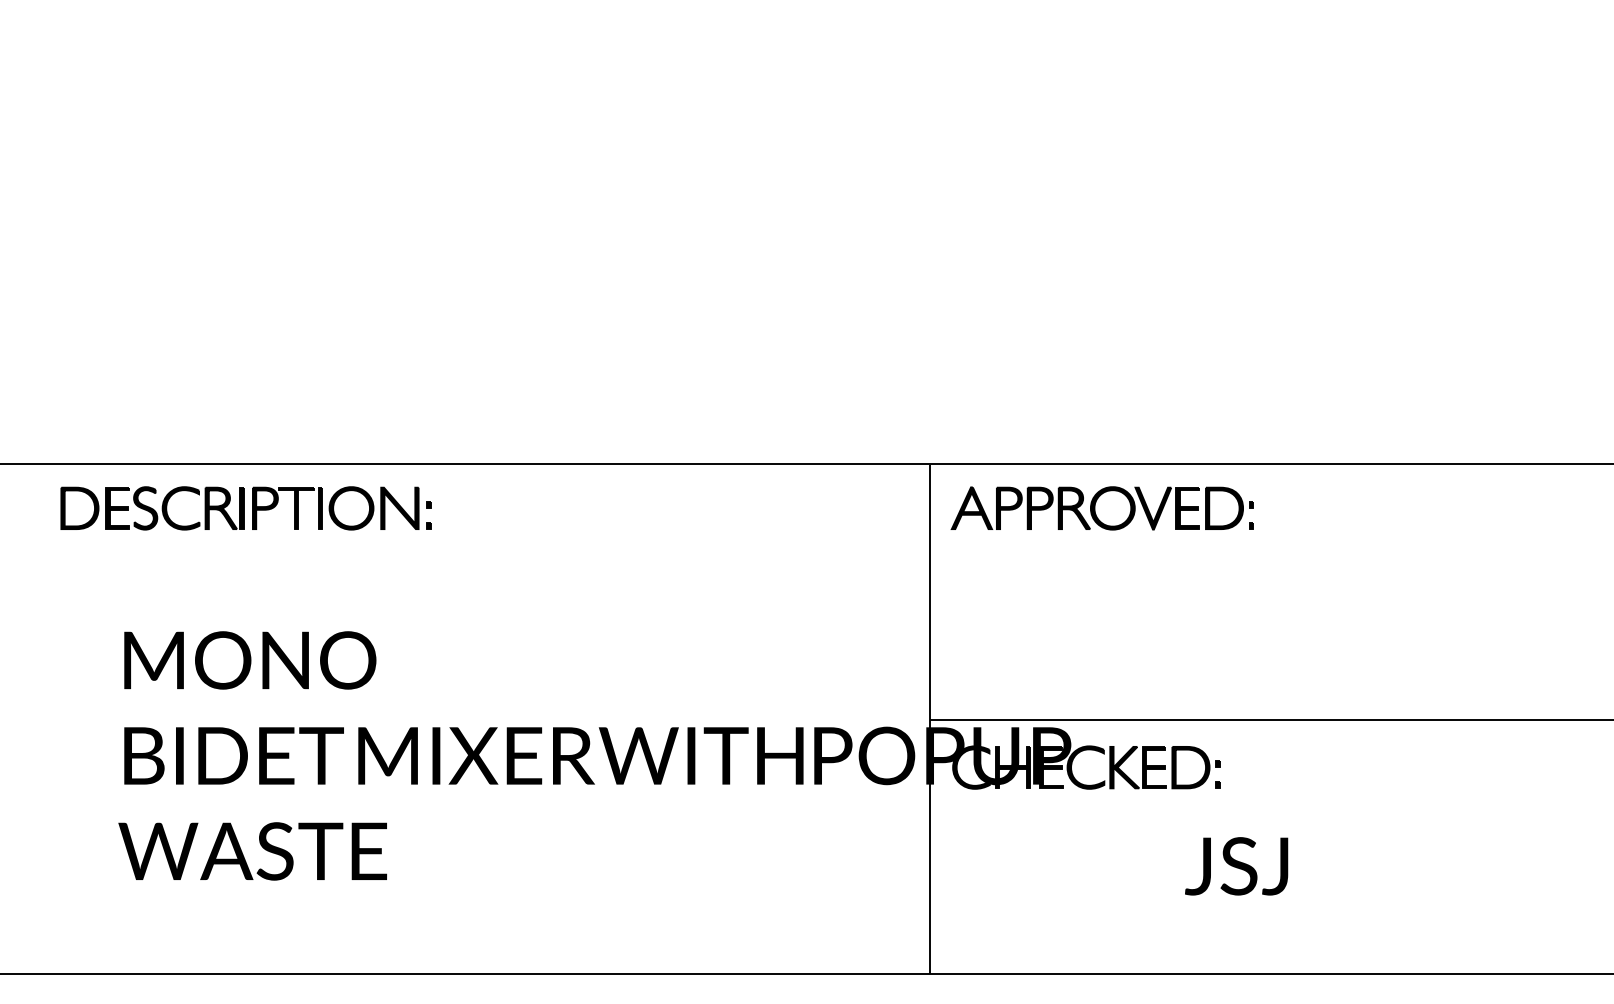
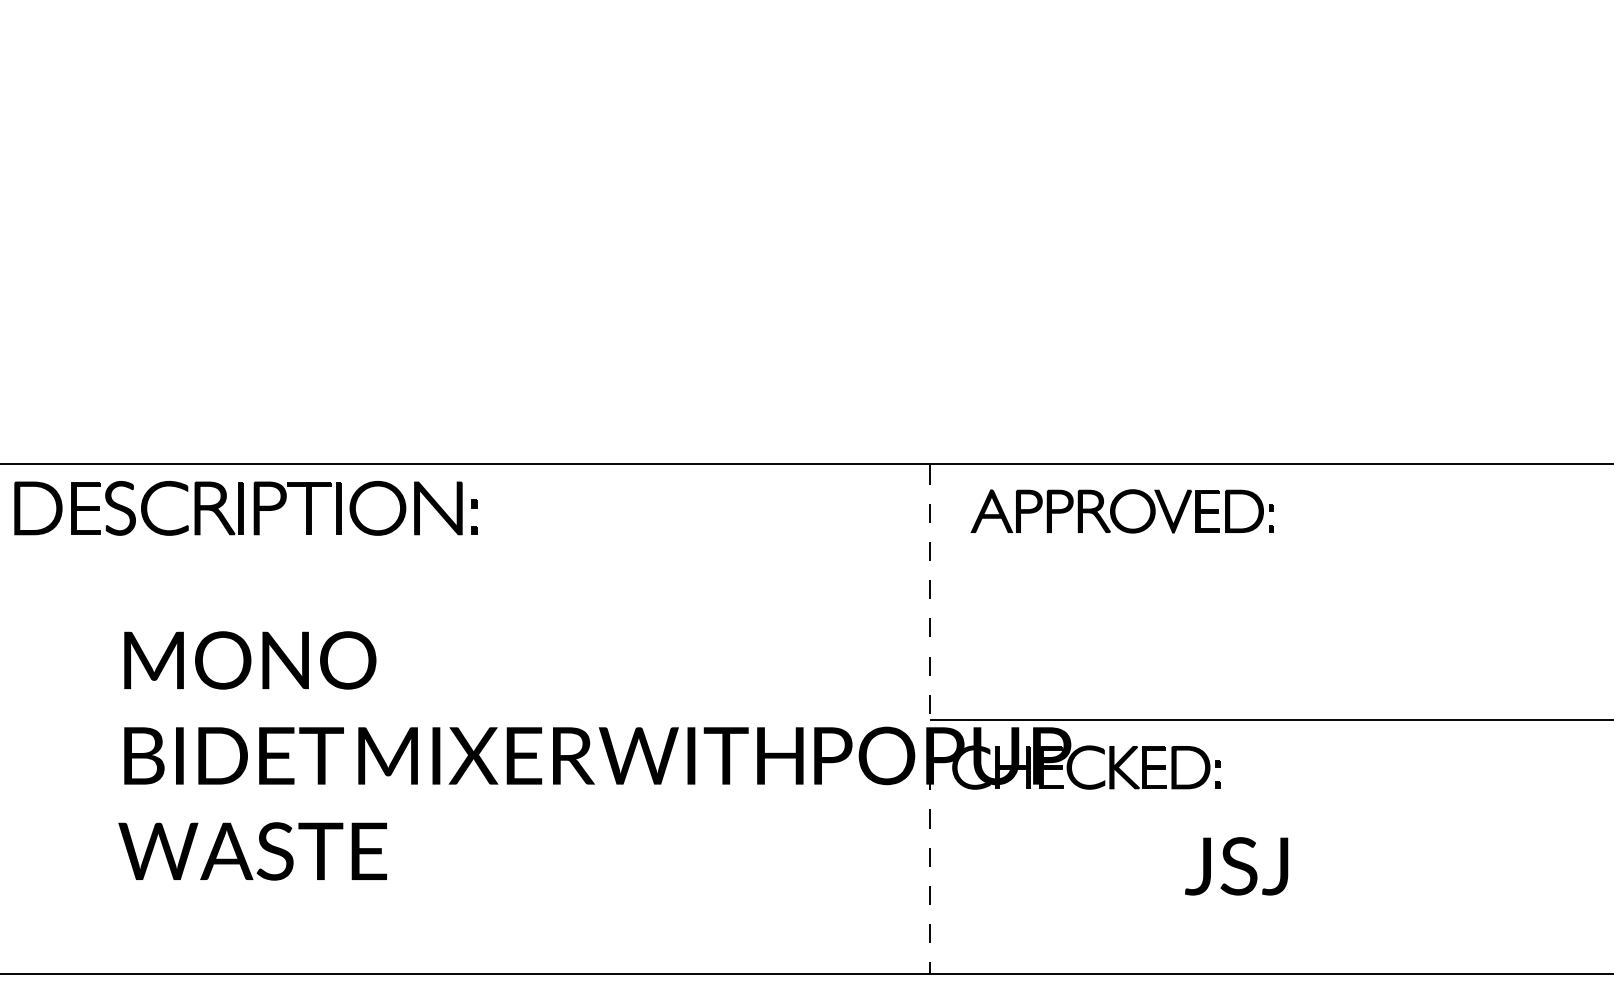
part at (245, 508) size: 372x45 px -> 464x55 px
part at (1101, 508) position: (1101, 508) -> (1121, 511)
line at (929, 720): solid -> dashed
